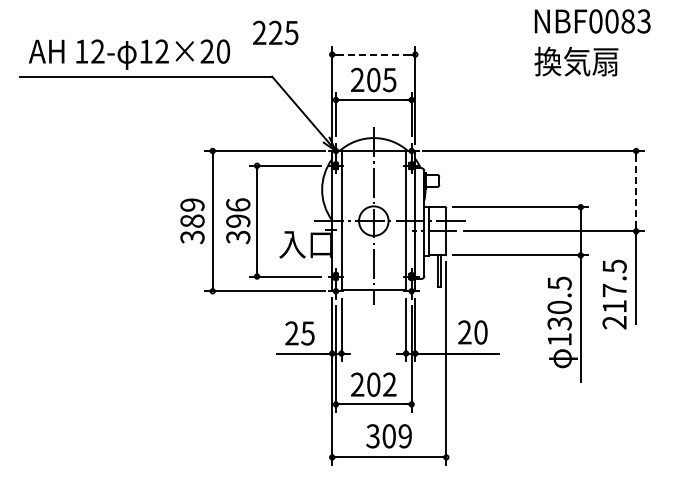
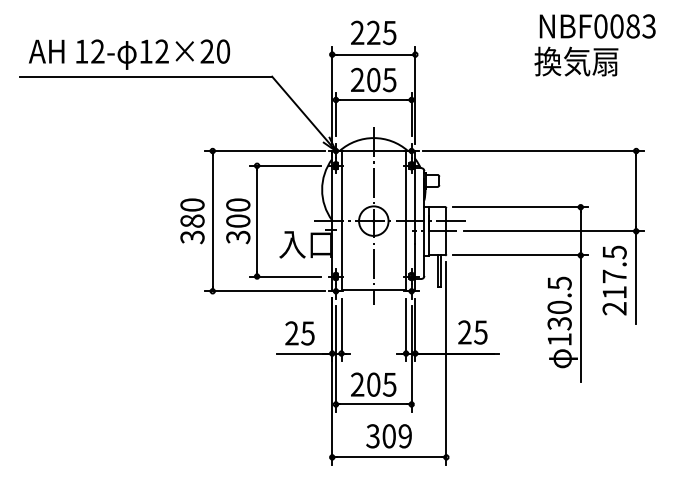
text at (592, 21) position: (592, 21) -> (597, 26)
text at (275, 32) position: (275, 32) -> (373, 32)
line at (374, 54): dashed -> solid
line at (636, 191): dashed -> solid
text at (192, 204): 389 -> 380
text at (238, 212): 396 -> 300
text at (614, 294) position: (614, 294) -> (614, 280)
text at (480, 332): 20 -> 25
text at (389, 384): 202 -> 205
